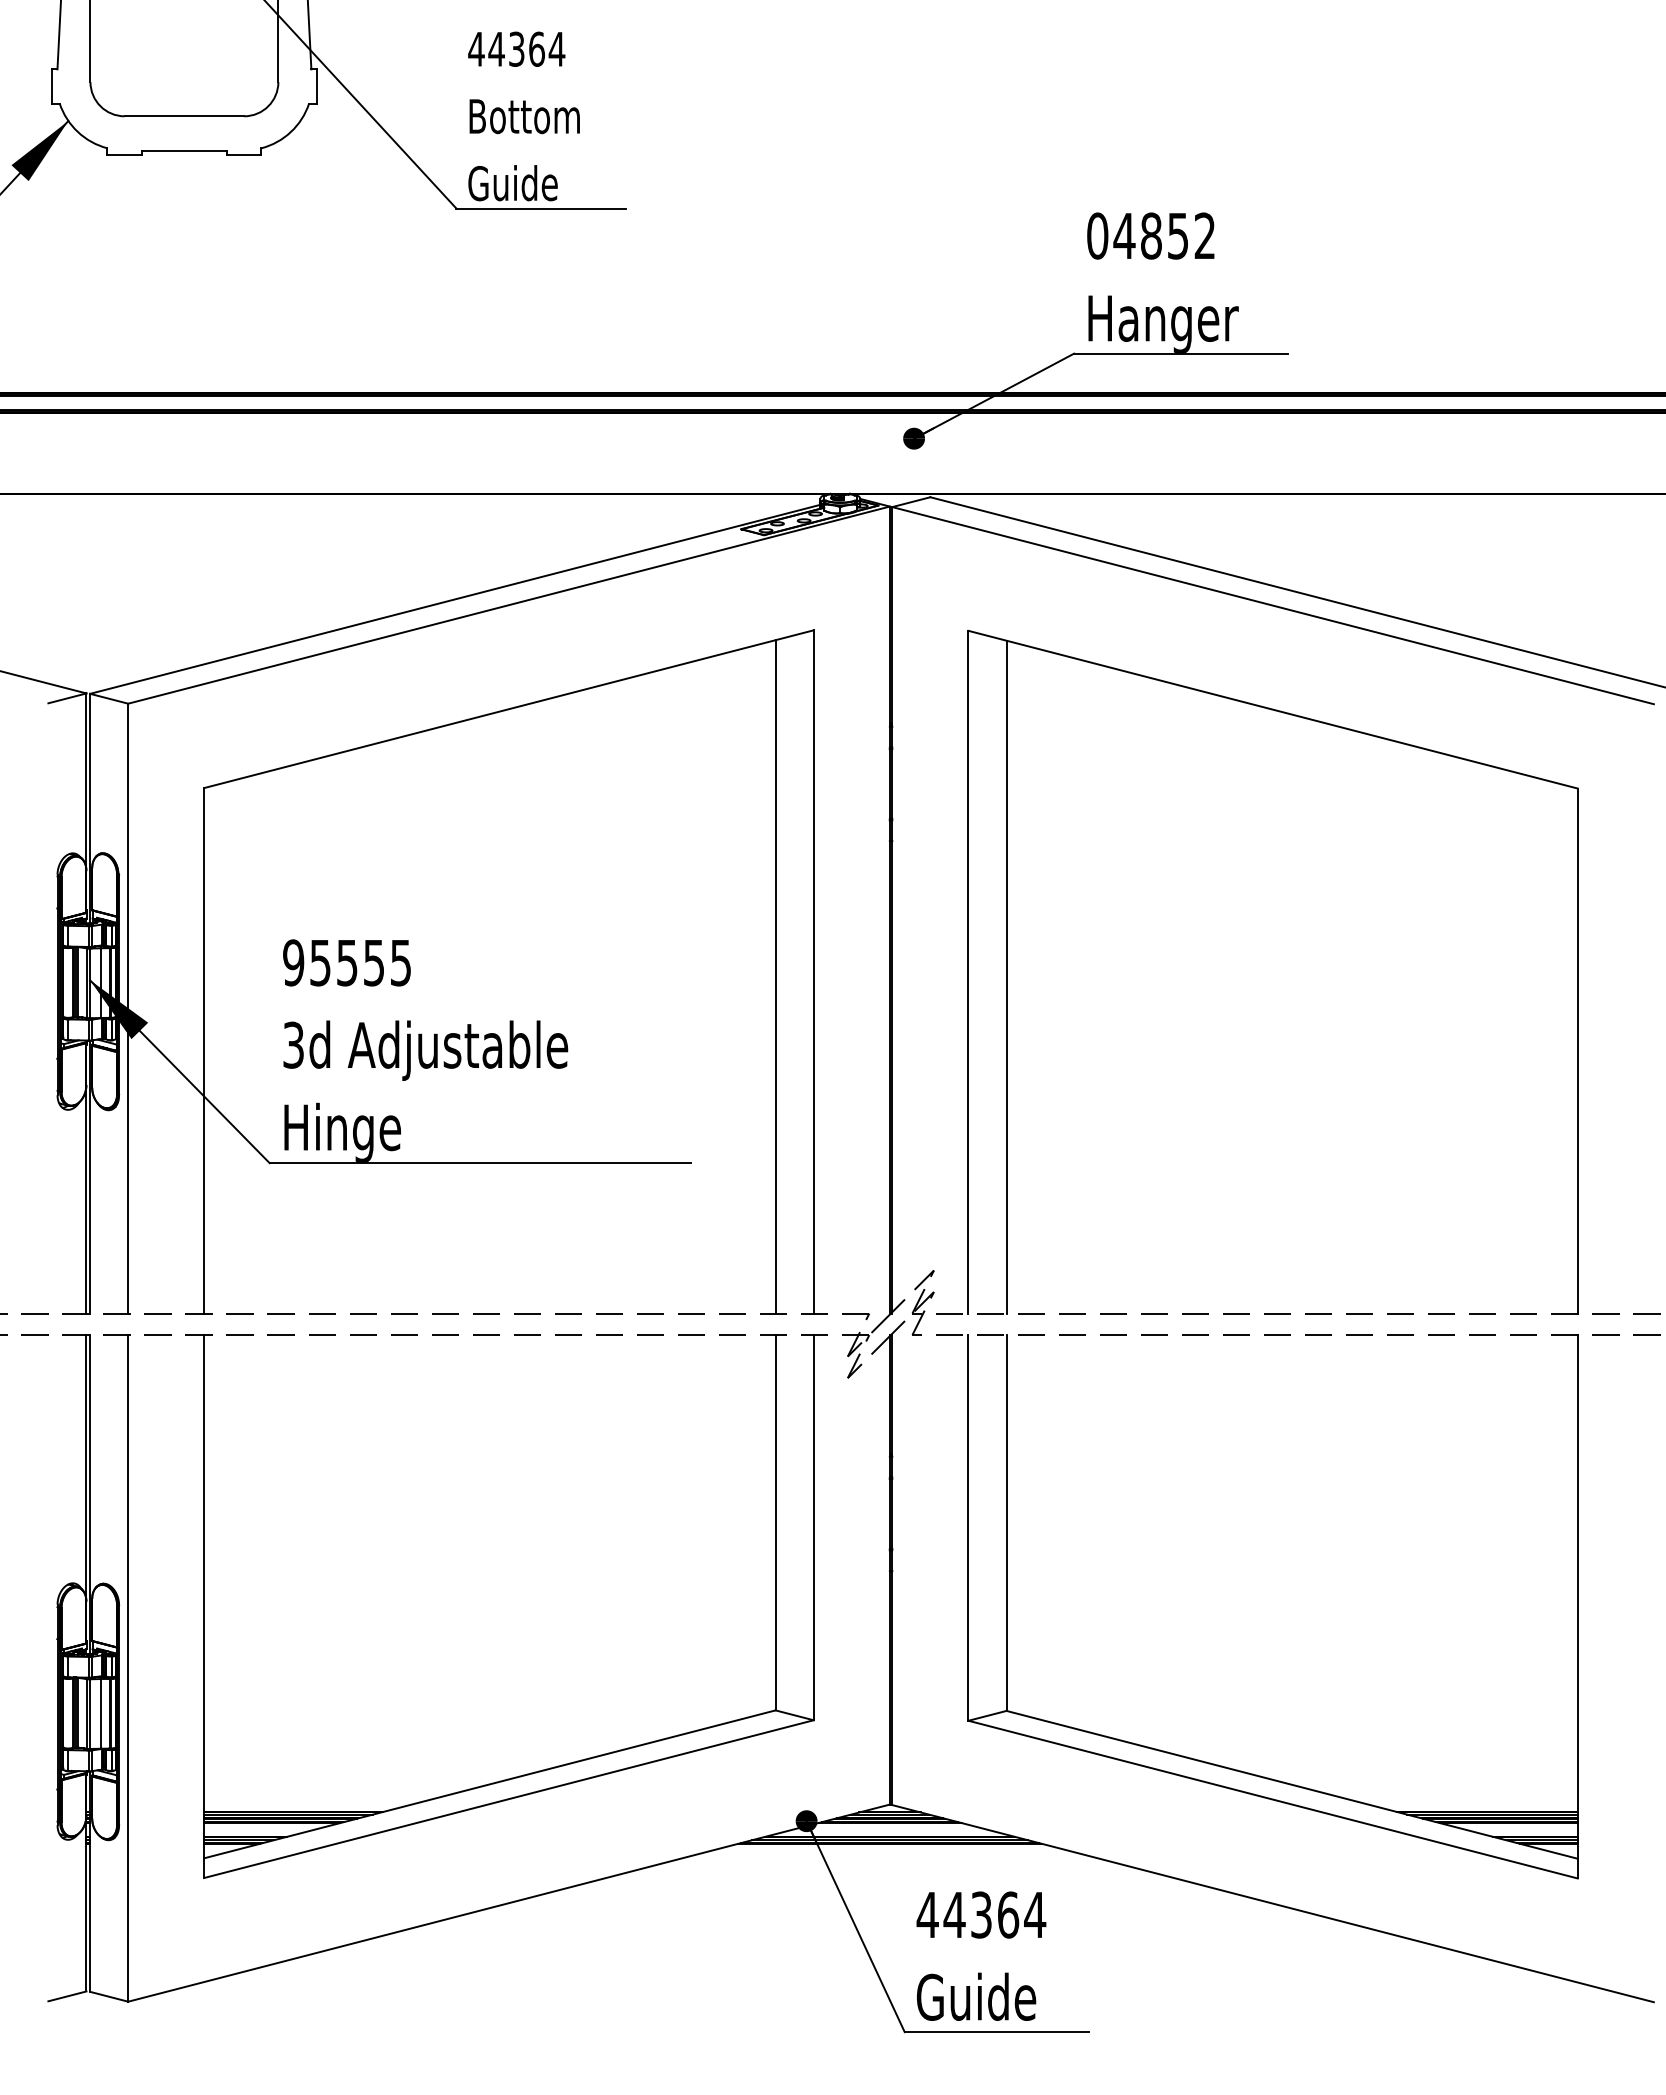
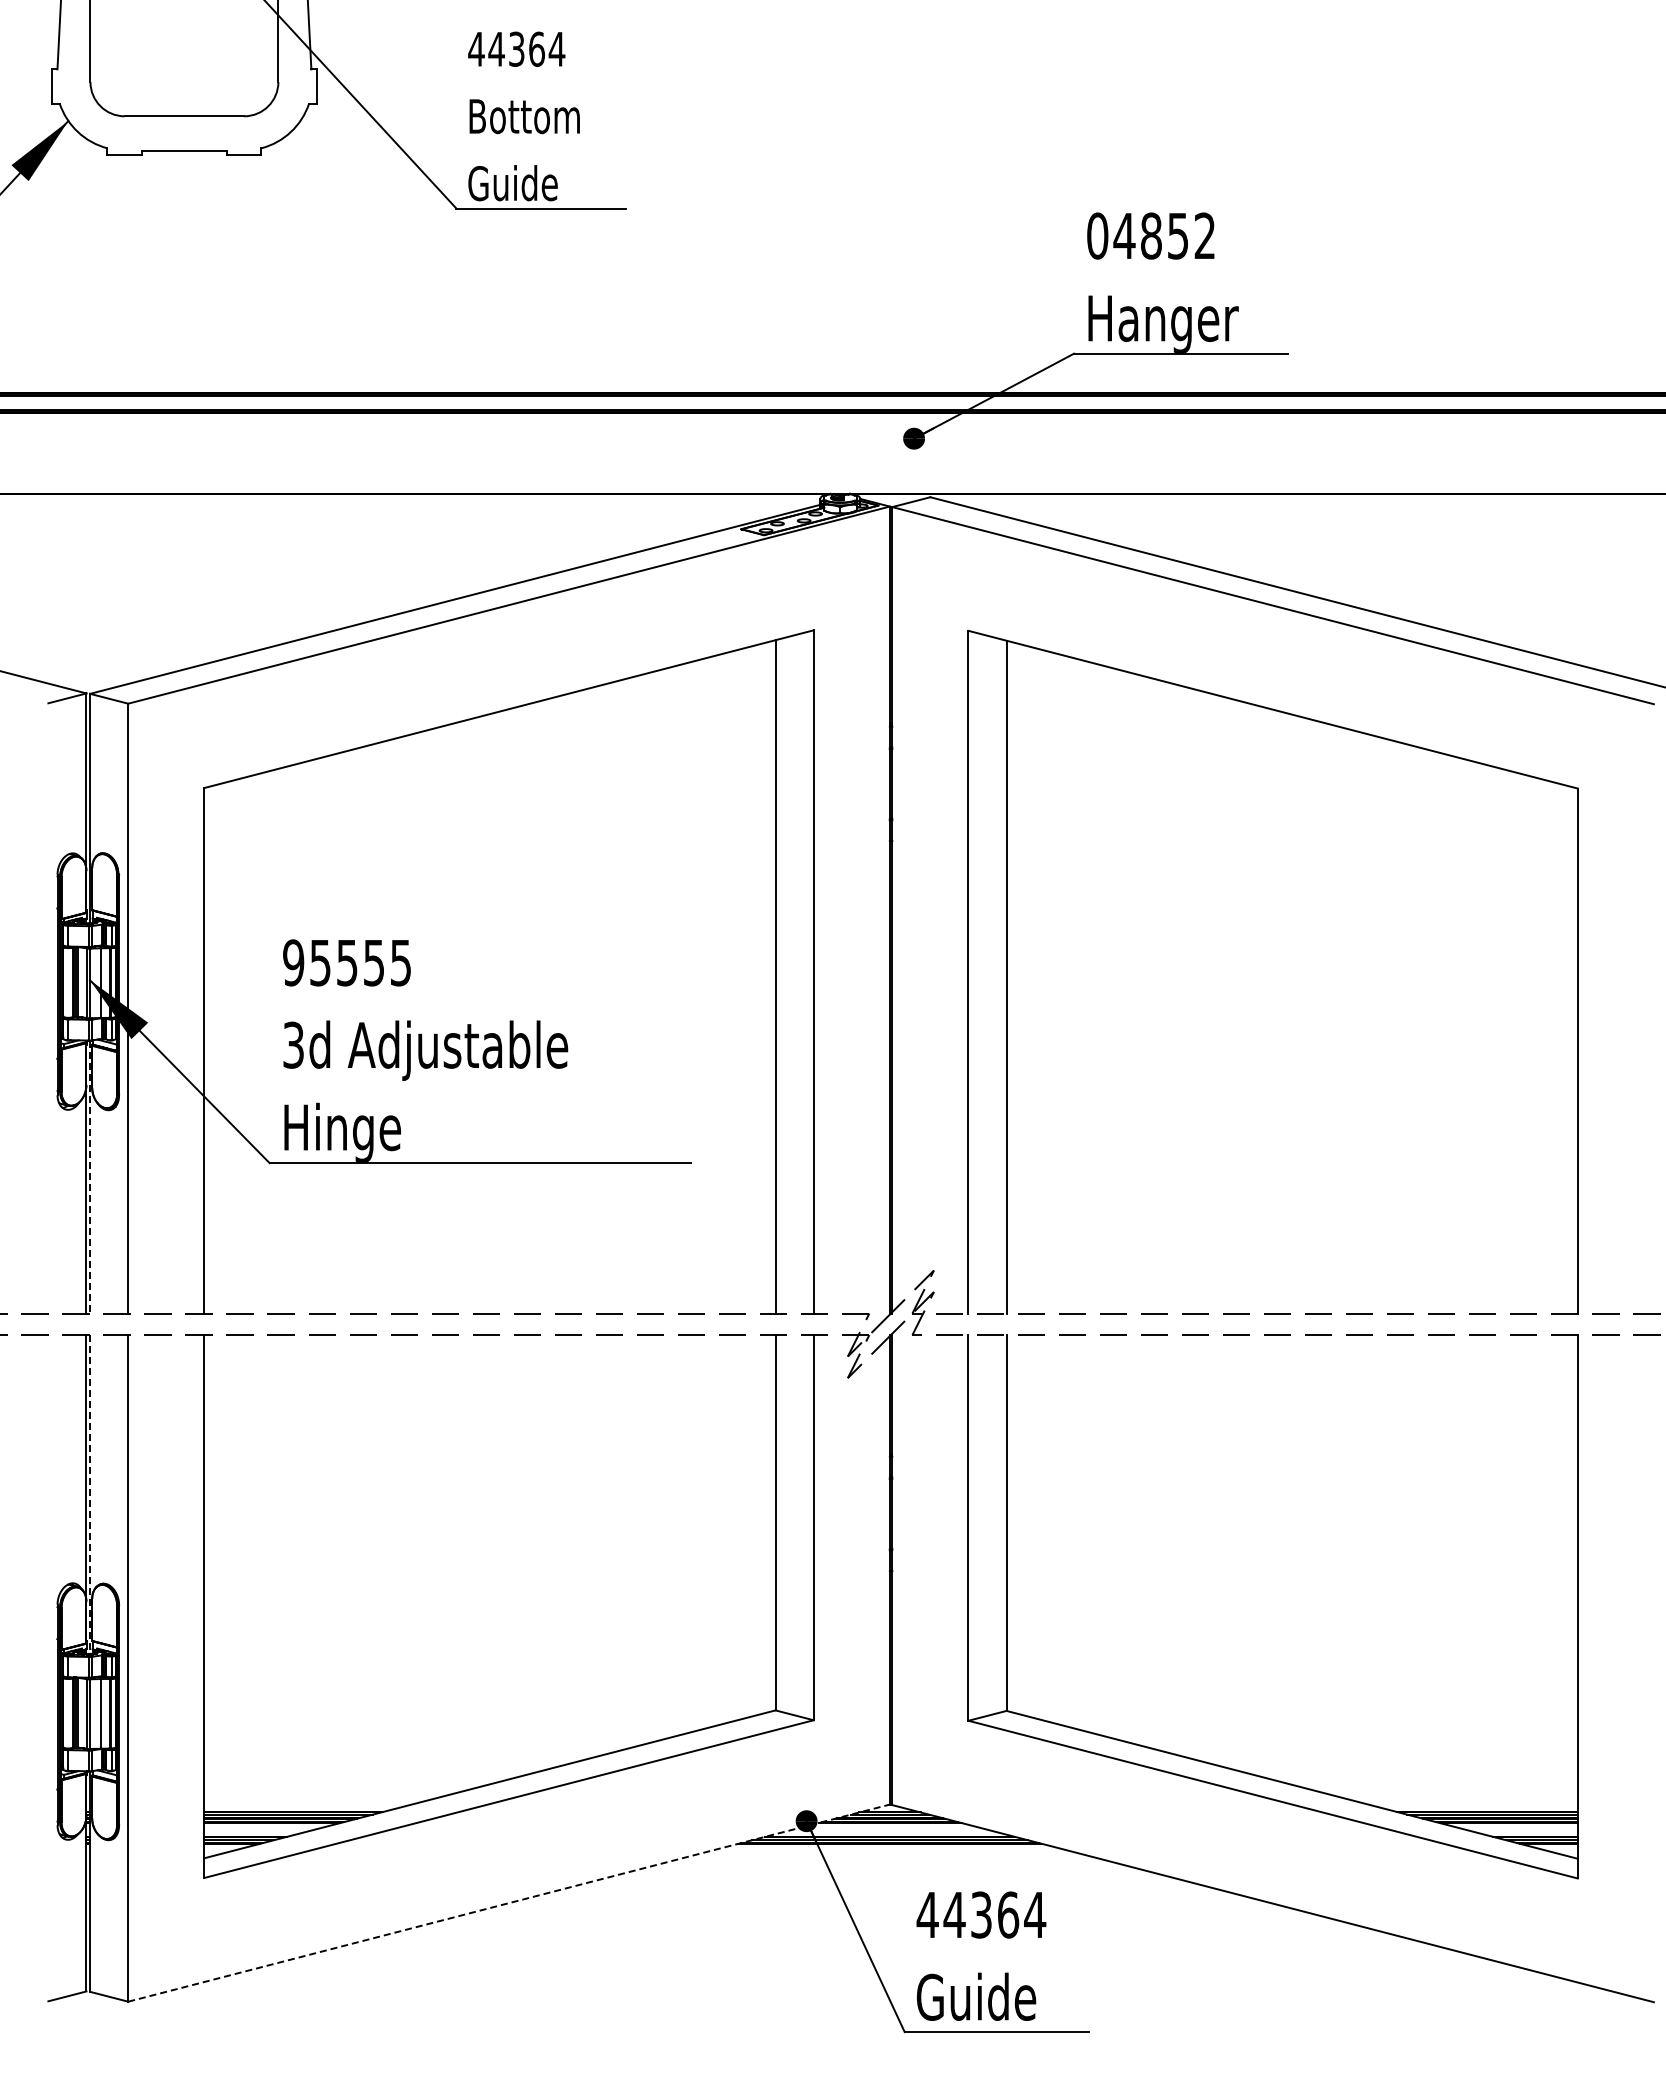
line at (90, 1177): solid -> dashed
line at (90, 1494): solid -> dashed
line at (509, 1903): solid -> dashed
